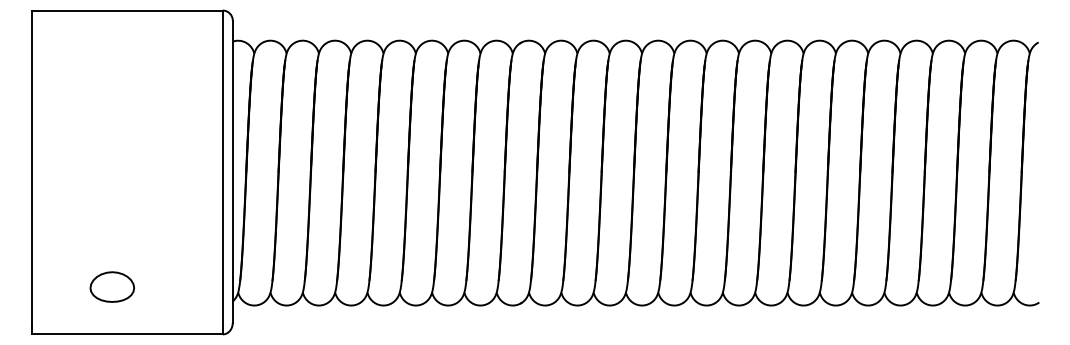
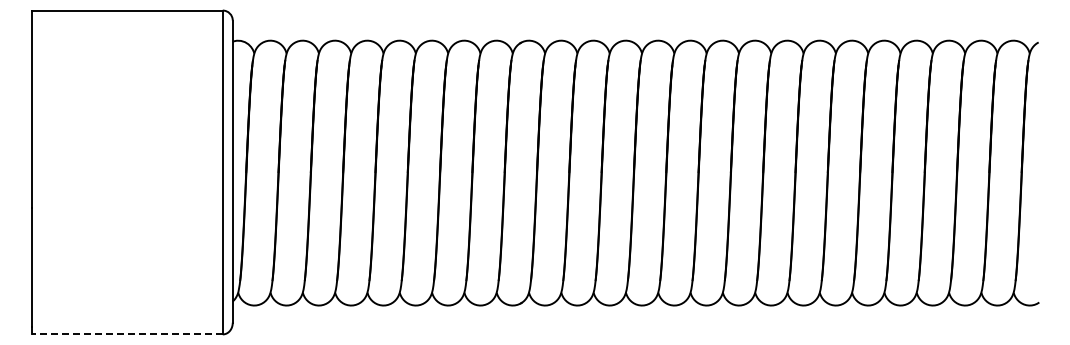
part at (112, 286): present -> none
line at (126, 334): solid -> dashed
